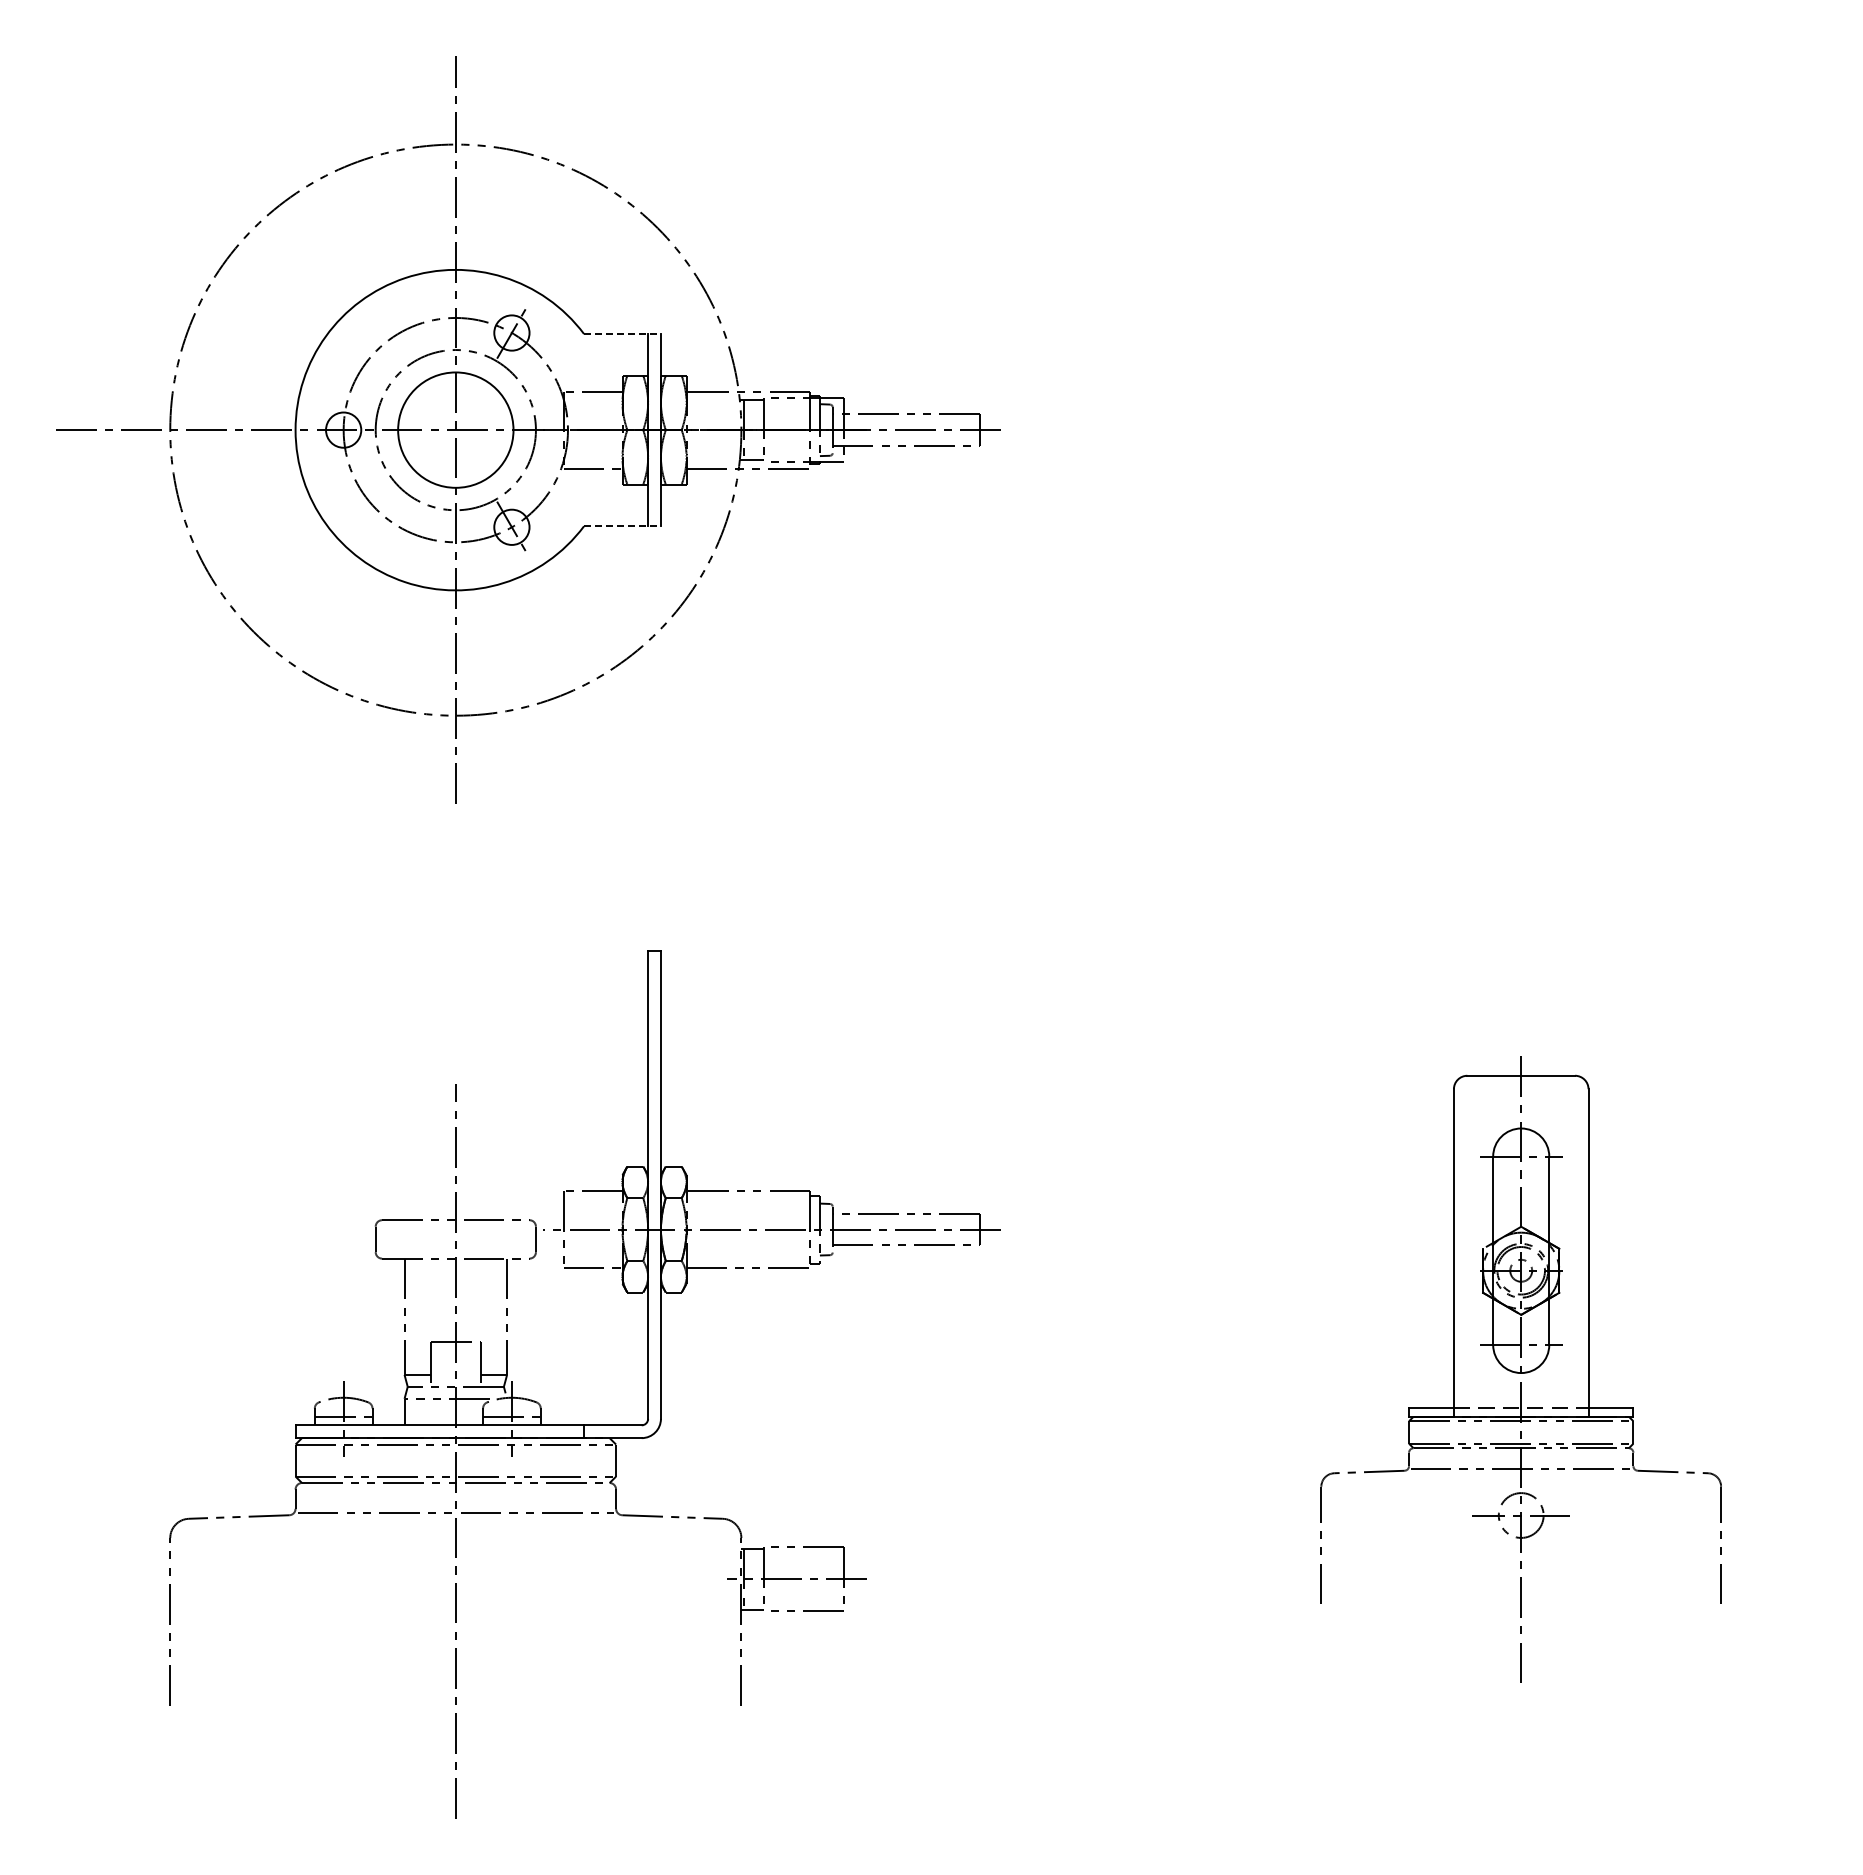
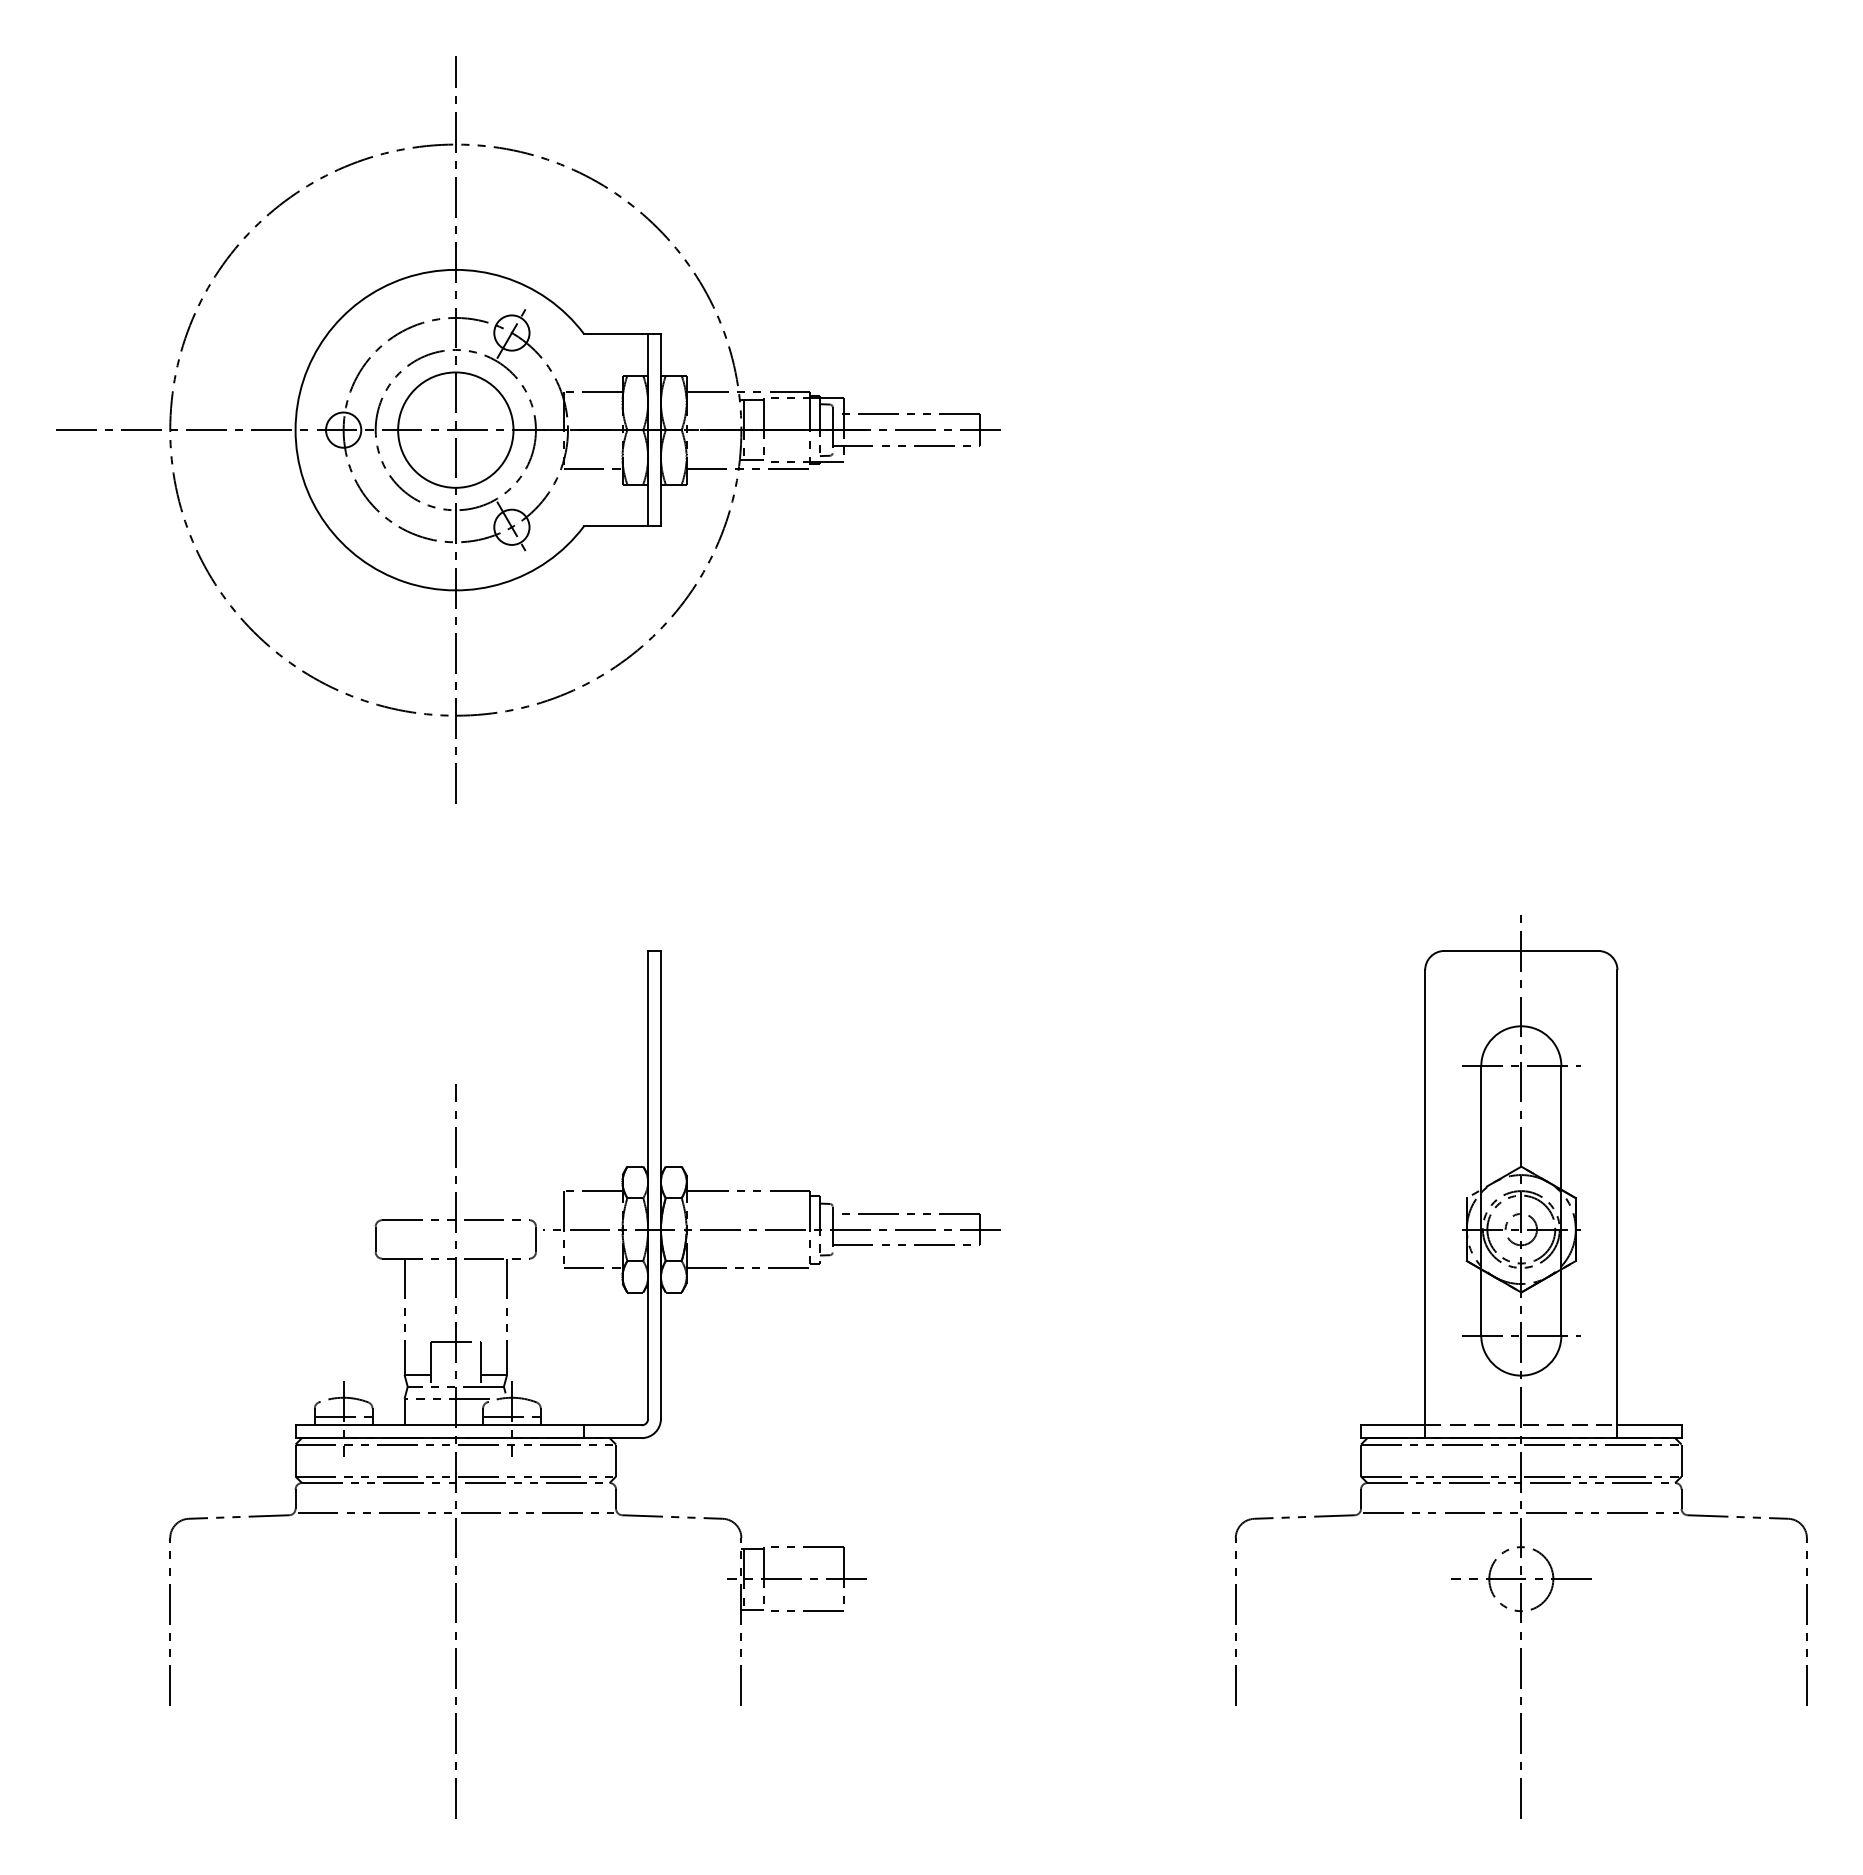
line at (622, 334): dashed -> solid
line at (622, 526): dashed -> solid
part at (1520, 1369) size: 402x627 px -> 574x904 px
